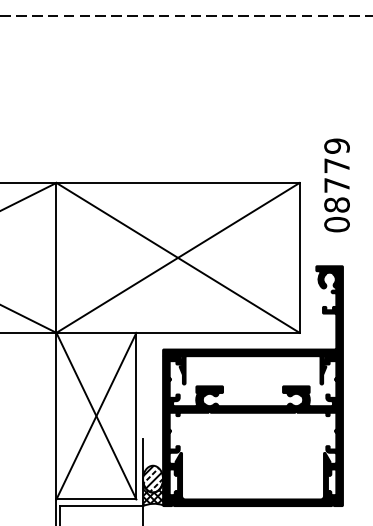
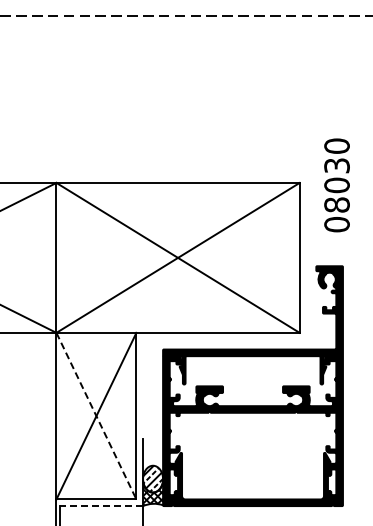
text at (336, 165): 08779 -> 08030
line at (96, 416): solid -> dashed
line at (101, 506): solid -> dashed
